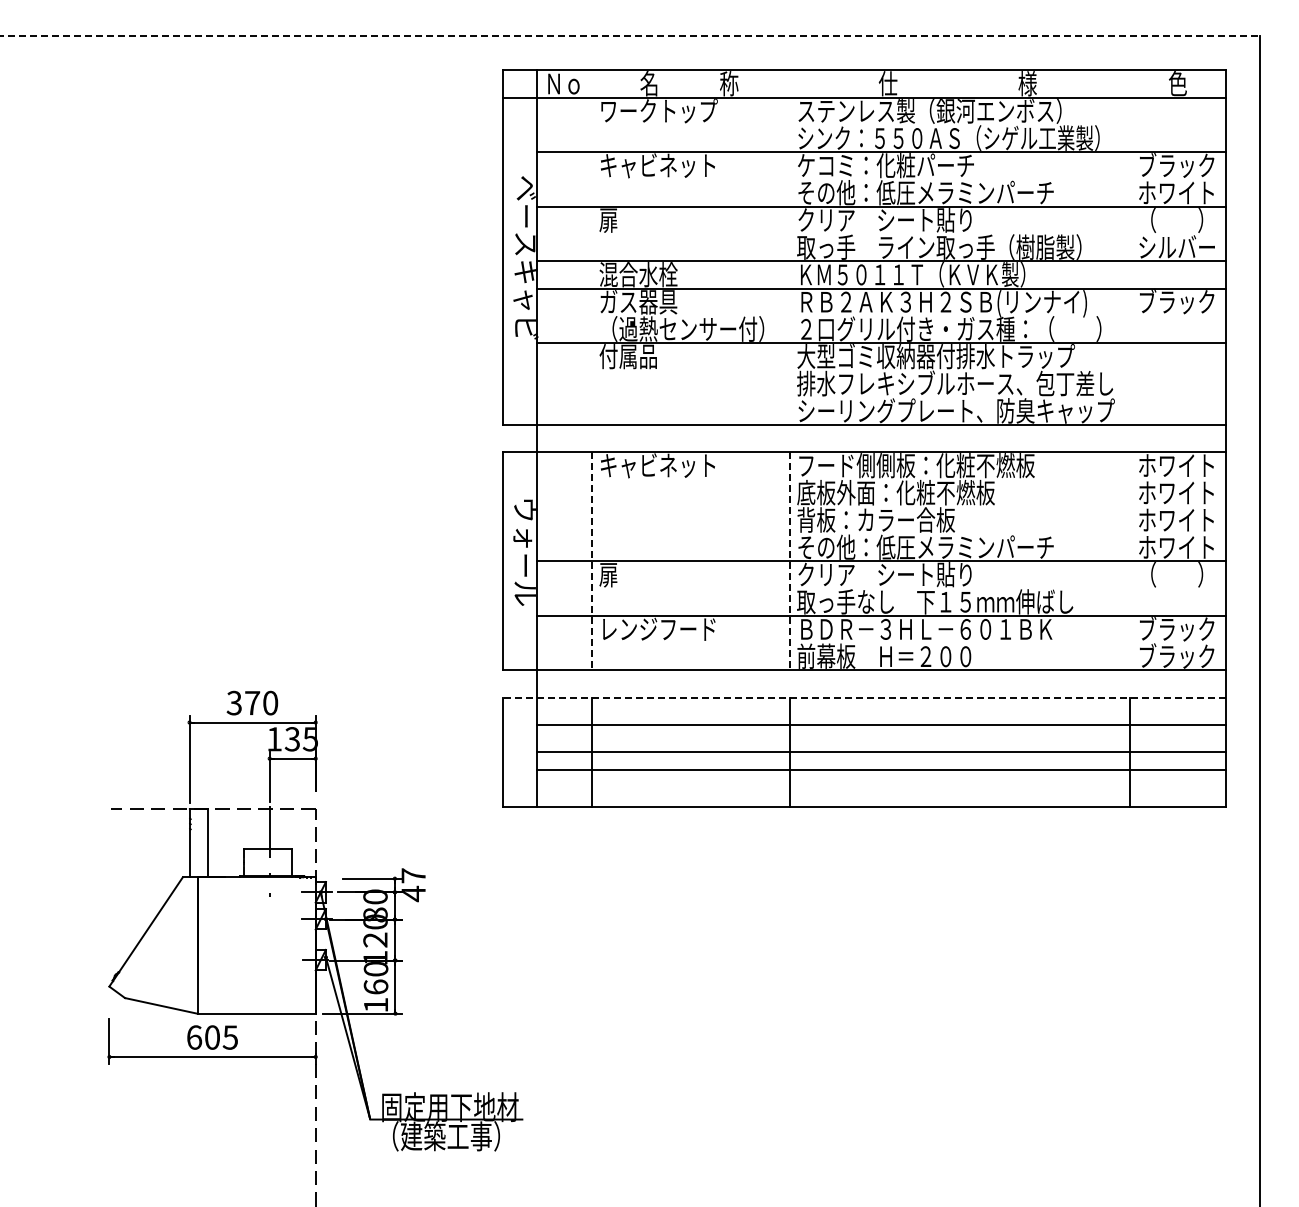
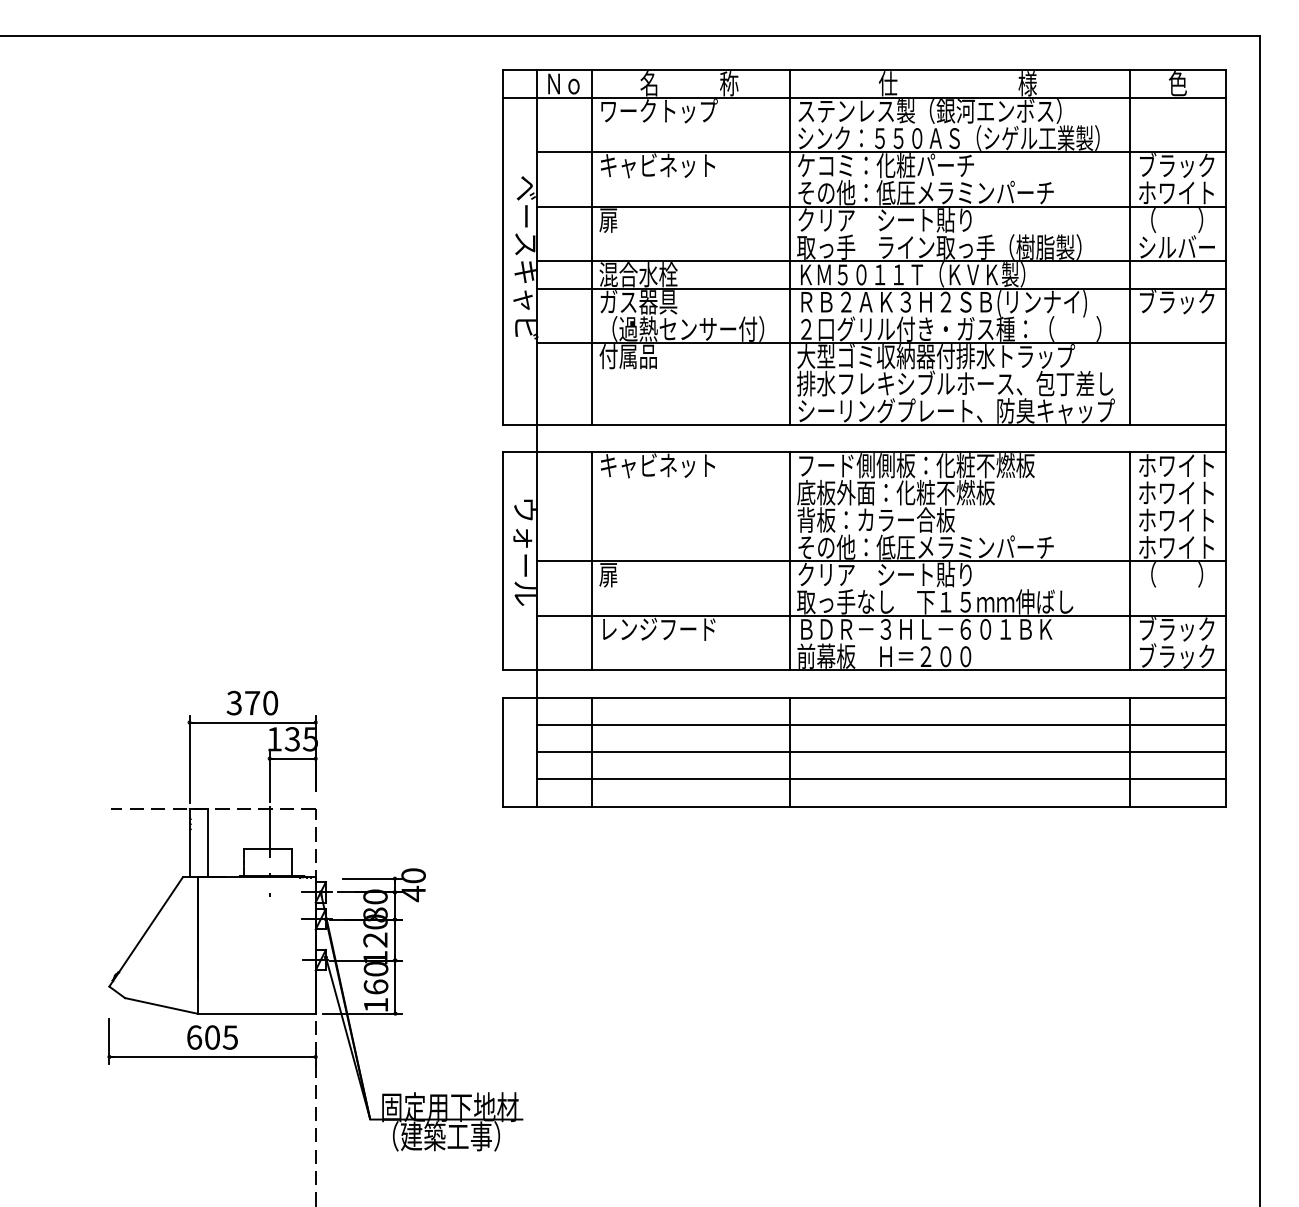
line at (630, 36): dashed -> solid
line at (591, 247): none -> present
line at (789, 247): none -> present
line at (1130, 247): none -> present
line at (591, 561): dashed -> solid
line at (789, 561): dashed -> solid
line at (1130, 561): none -> present
line at (864, 697): dashed -> solid
line at (881, 770) position: (881, 770) -> (881, 779)
text at (413, 875): 47 -> 40
